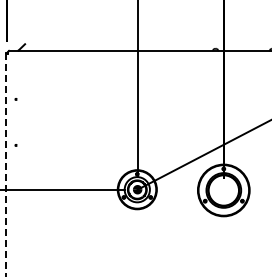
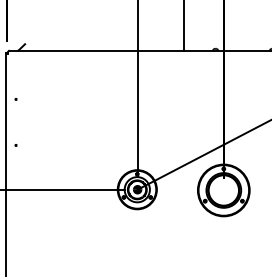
line at (184, 26): none -> present
line at (6, 165): dashed -> solid
